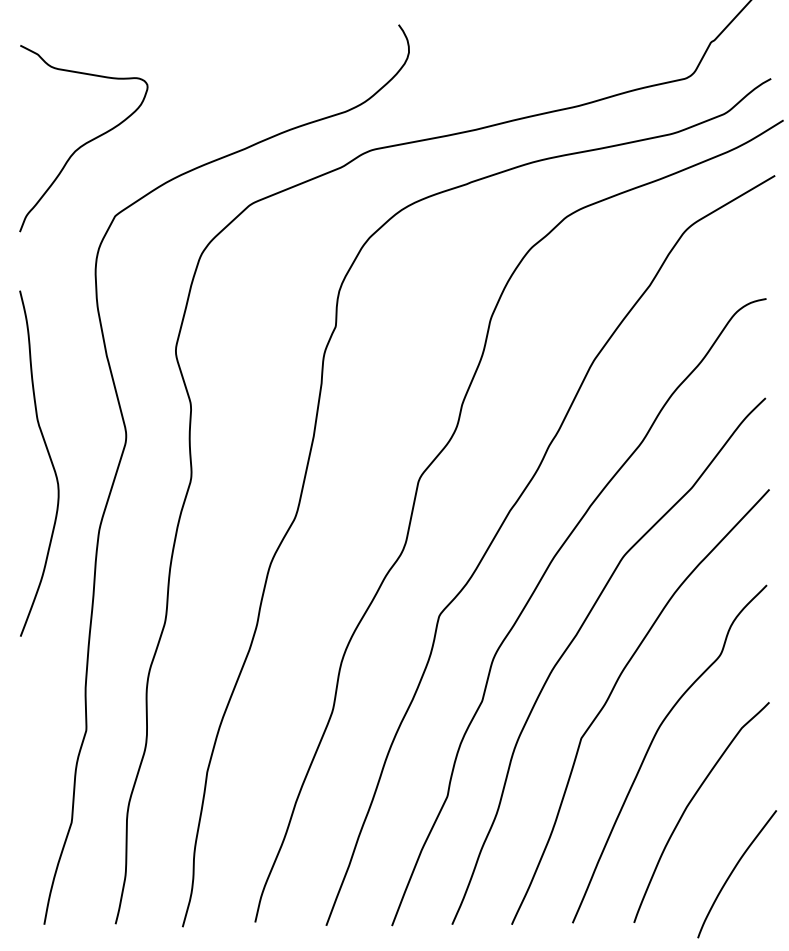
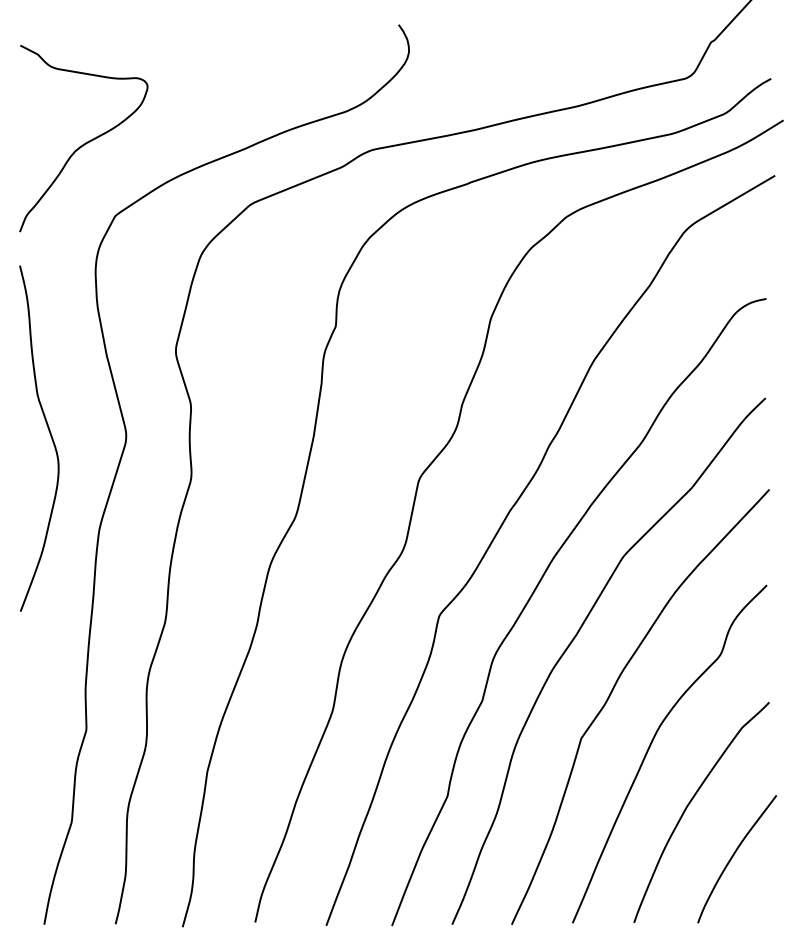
curve at (49, 458) position: (49, 458) -> (49, 433)
curve at (732, 873) position: (732, 873) -> (732, 858)
